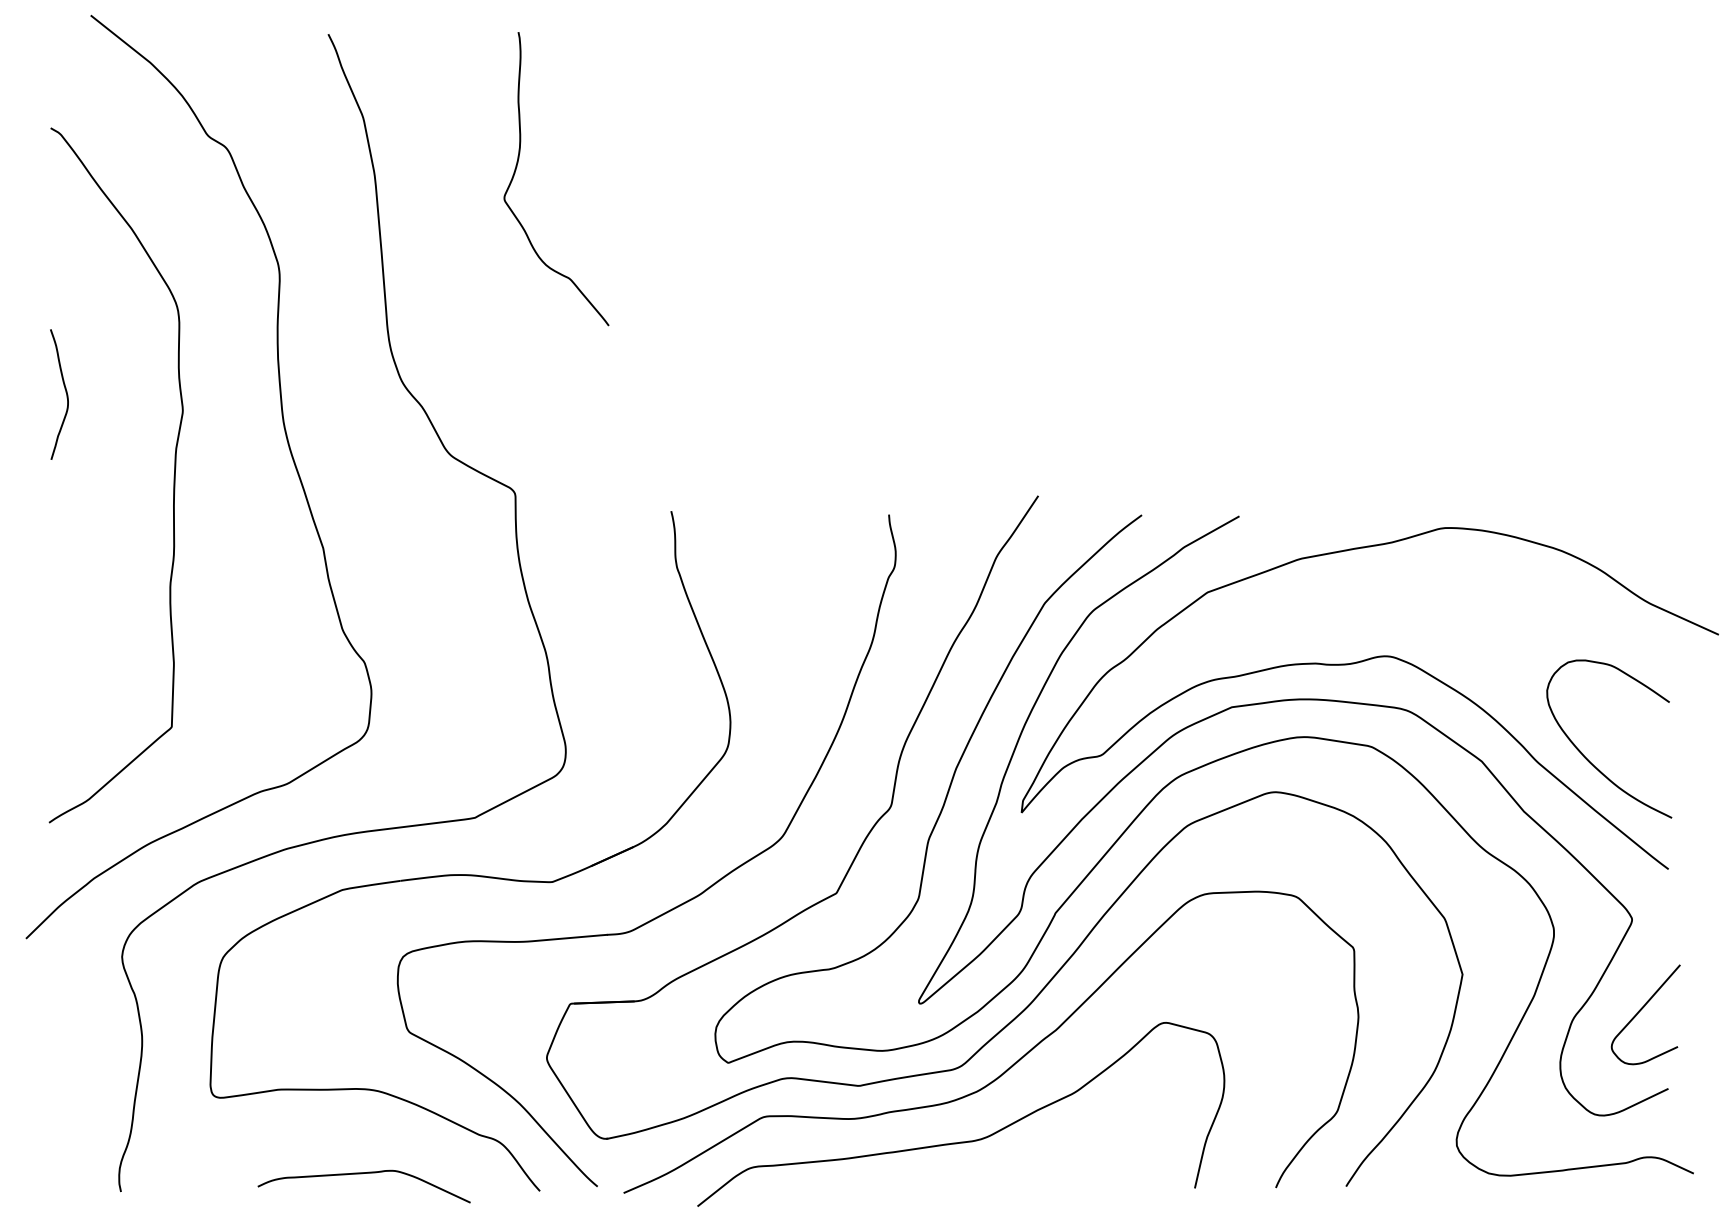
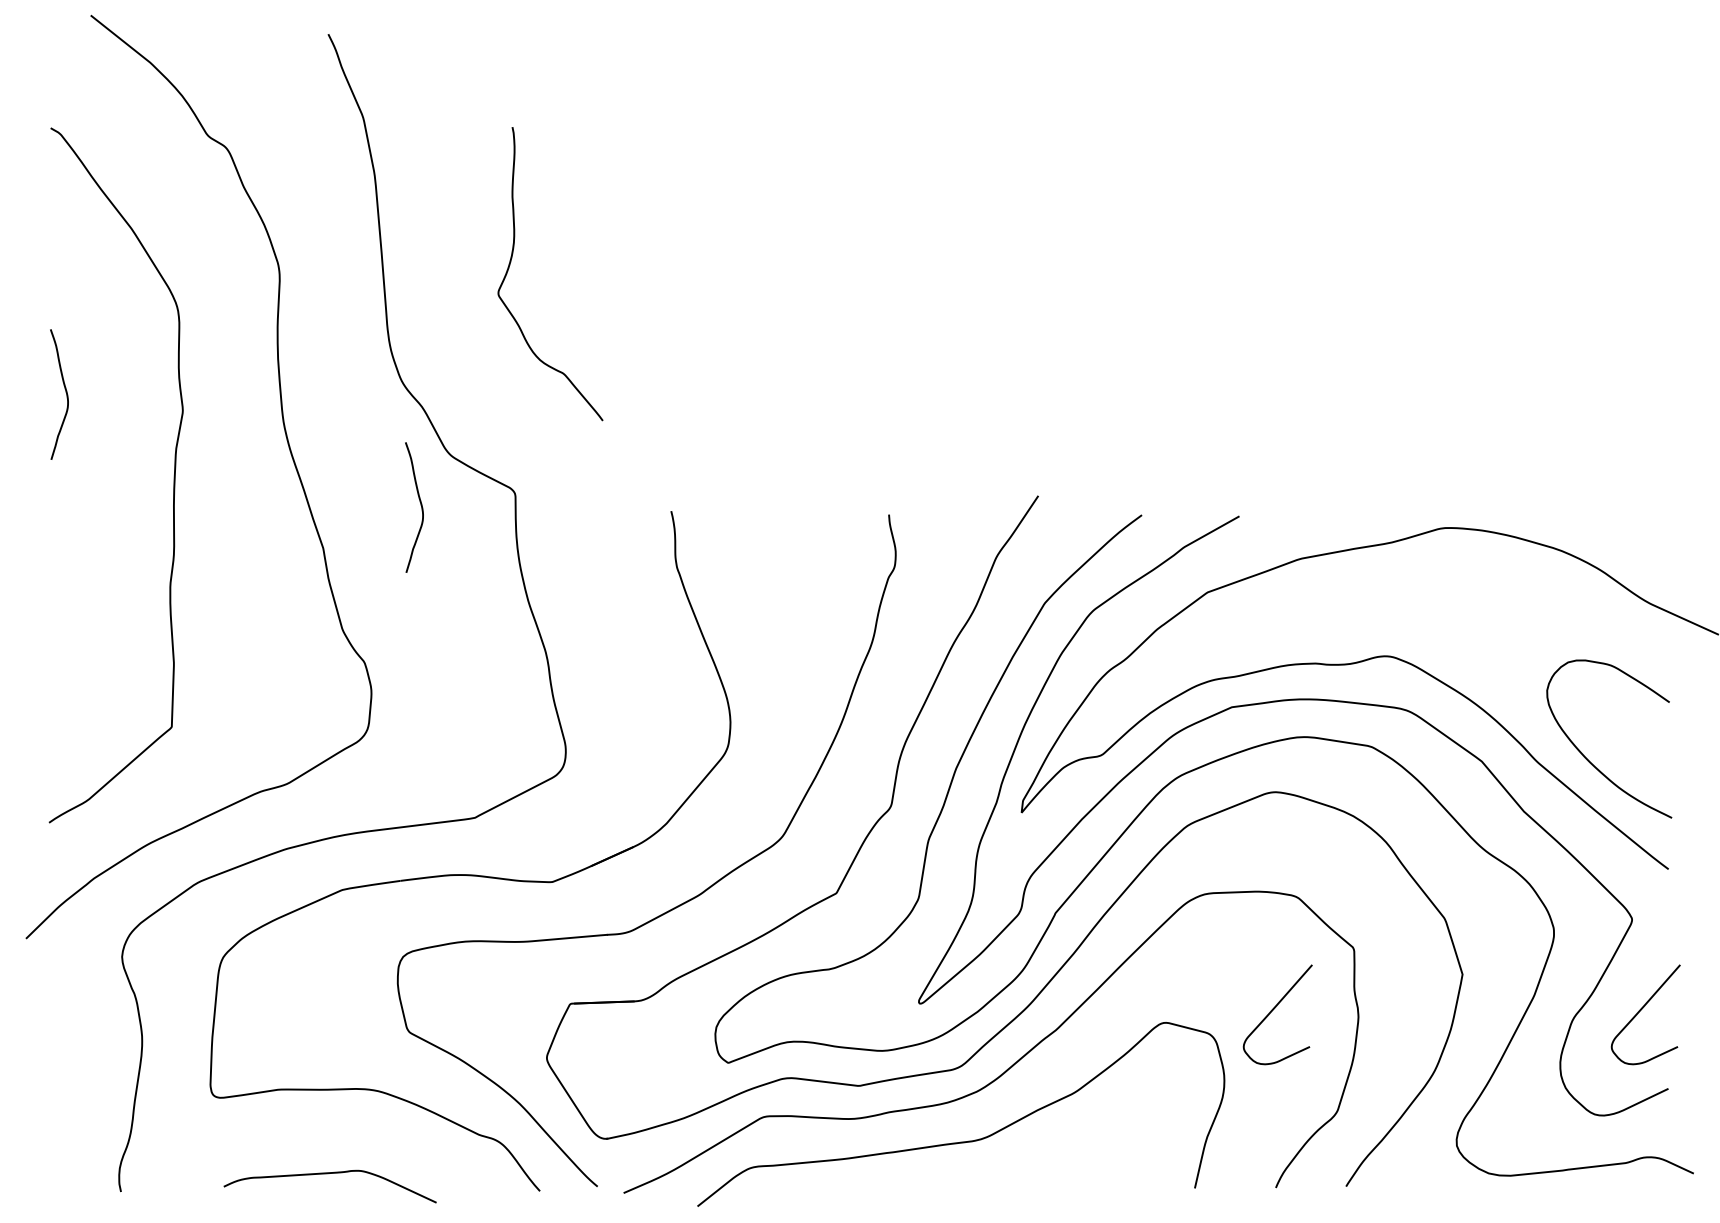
curve at (517, 167) position: (517, 167) -> (511, 262)
curve at (420, 505): none -> present
curve at (1273, 1010): none -> present
curve at (362, 1174) position: (362, 1174) -> (328, 1174)
